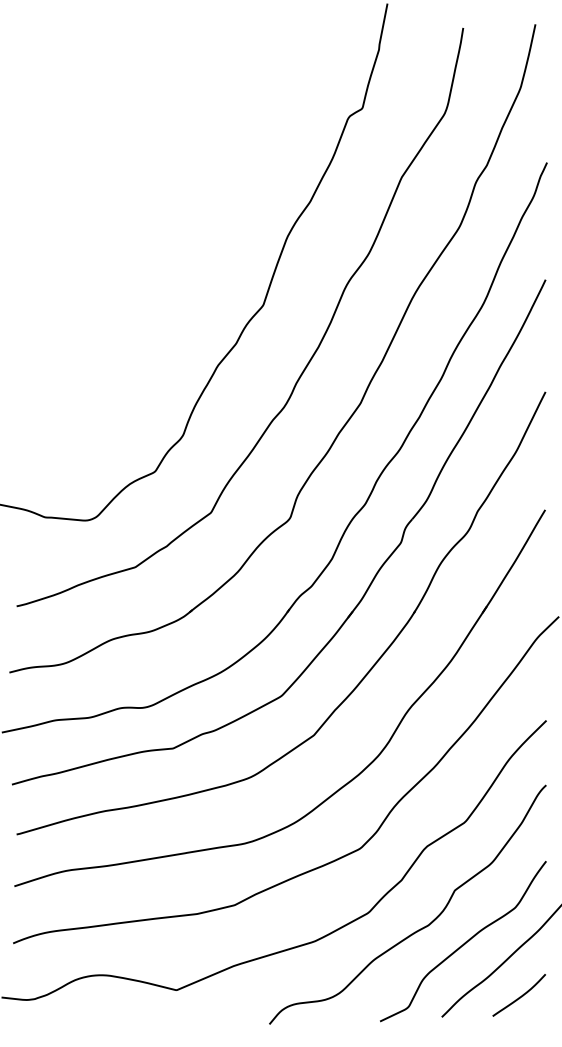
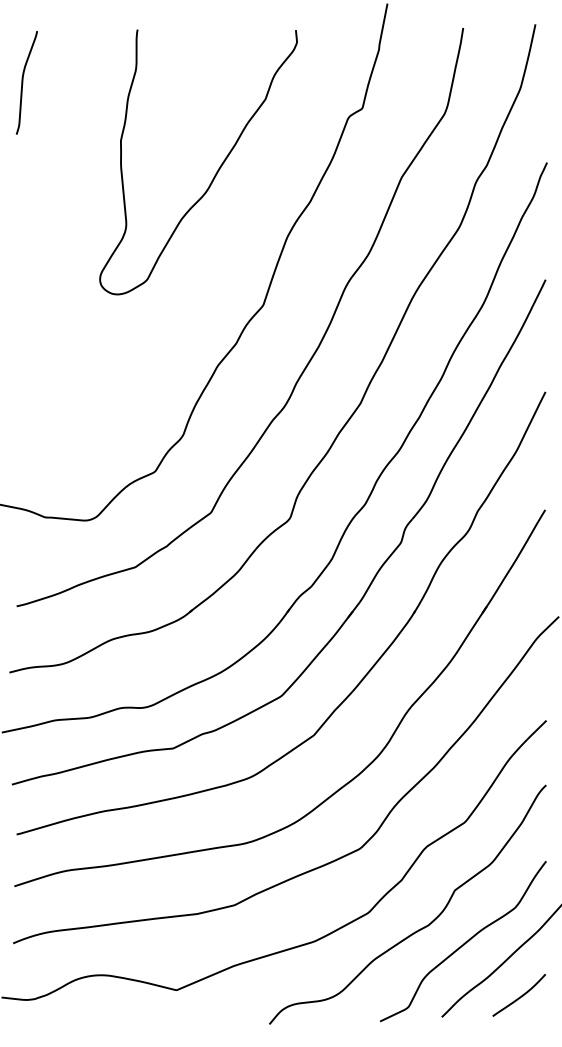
curve at (23, 82): none -> present
curve at (216, 171): none -> present
